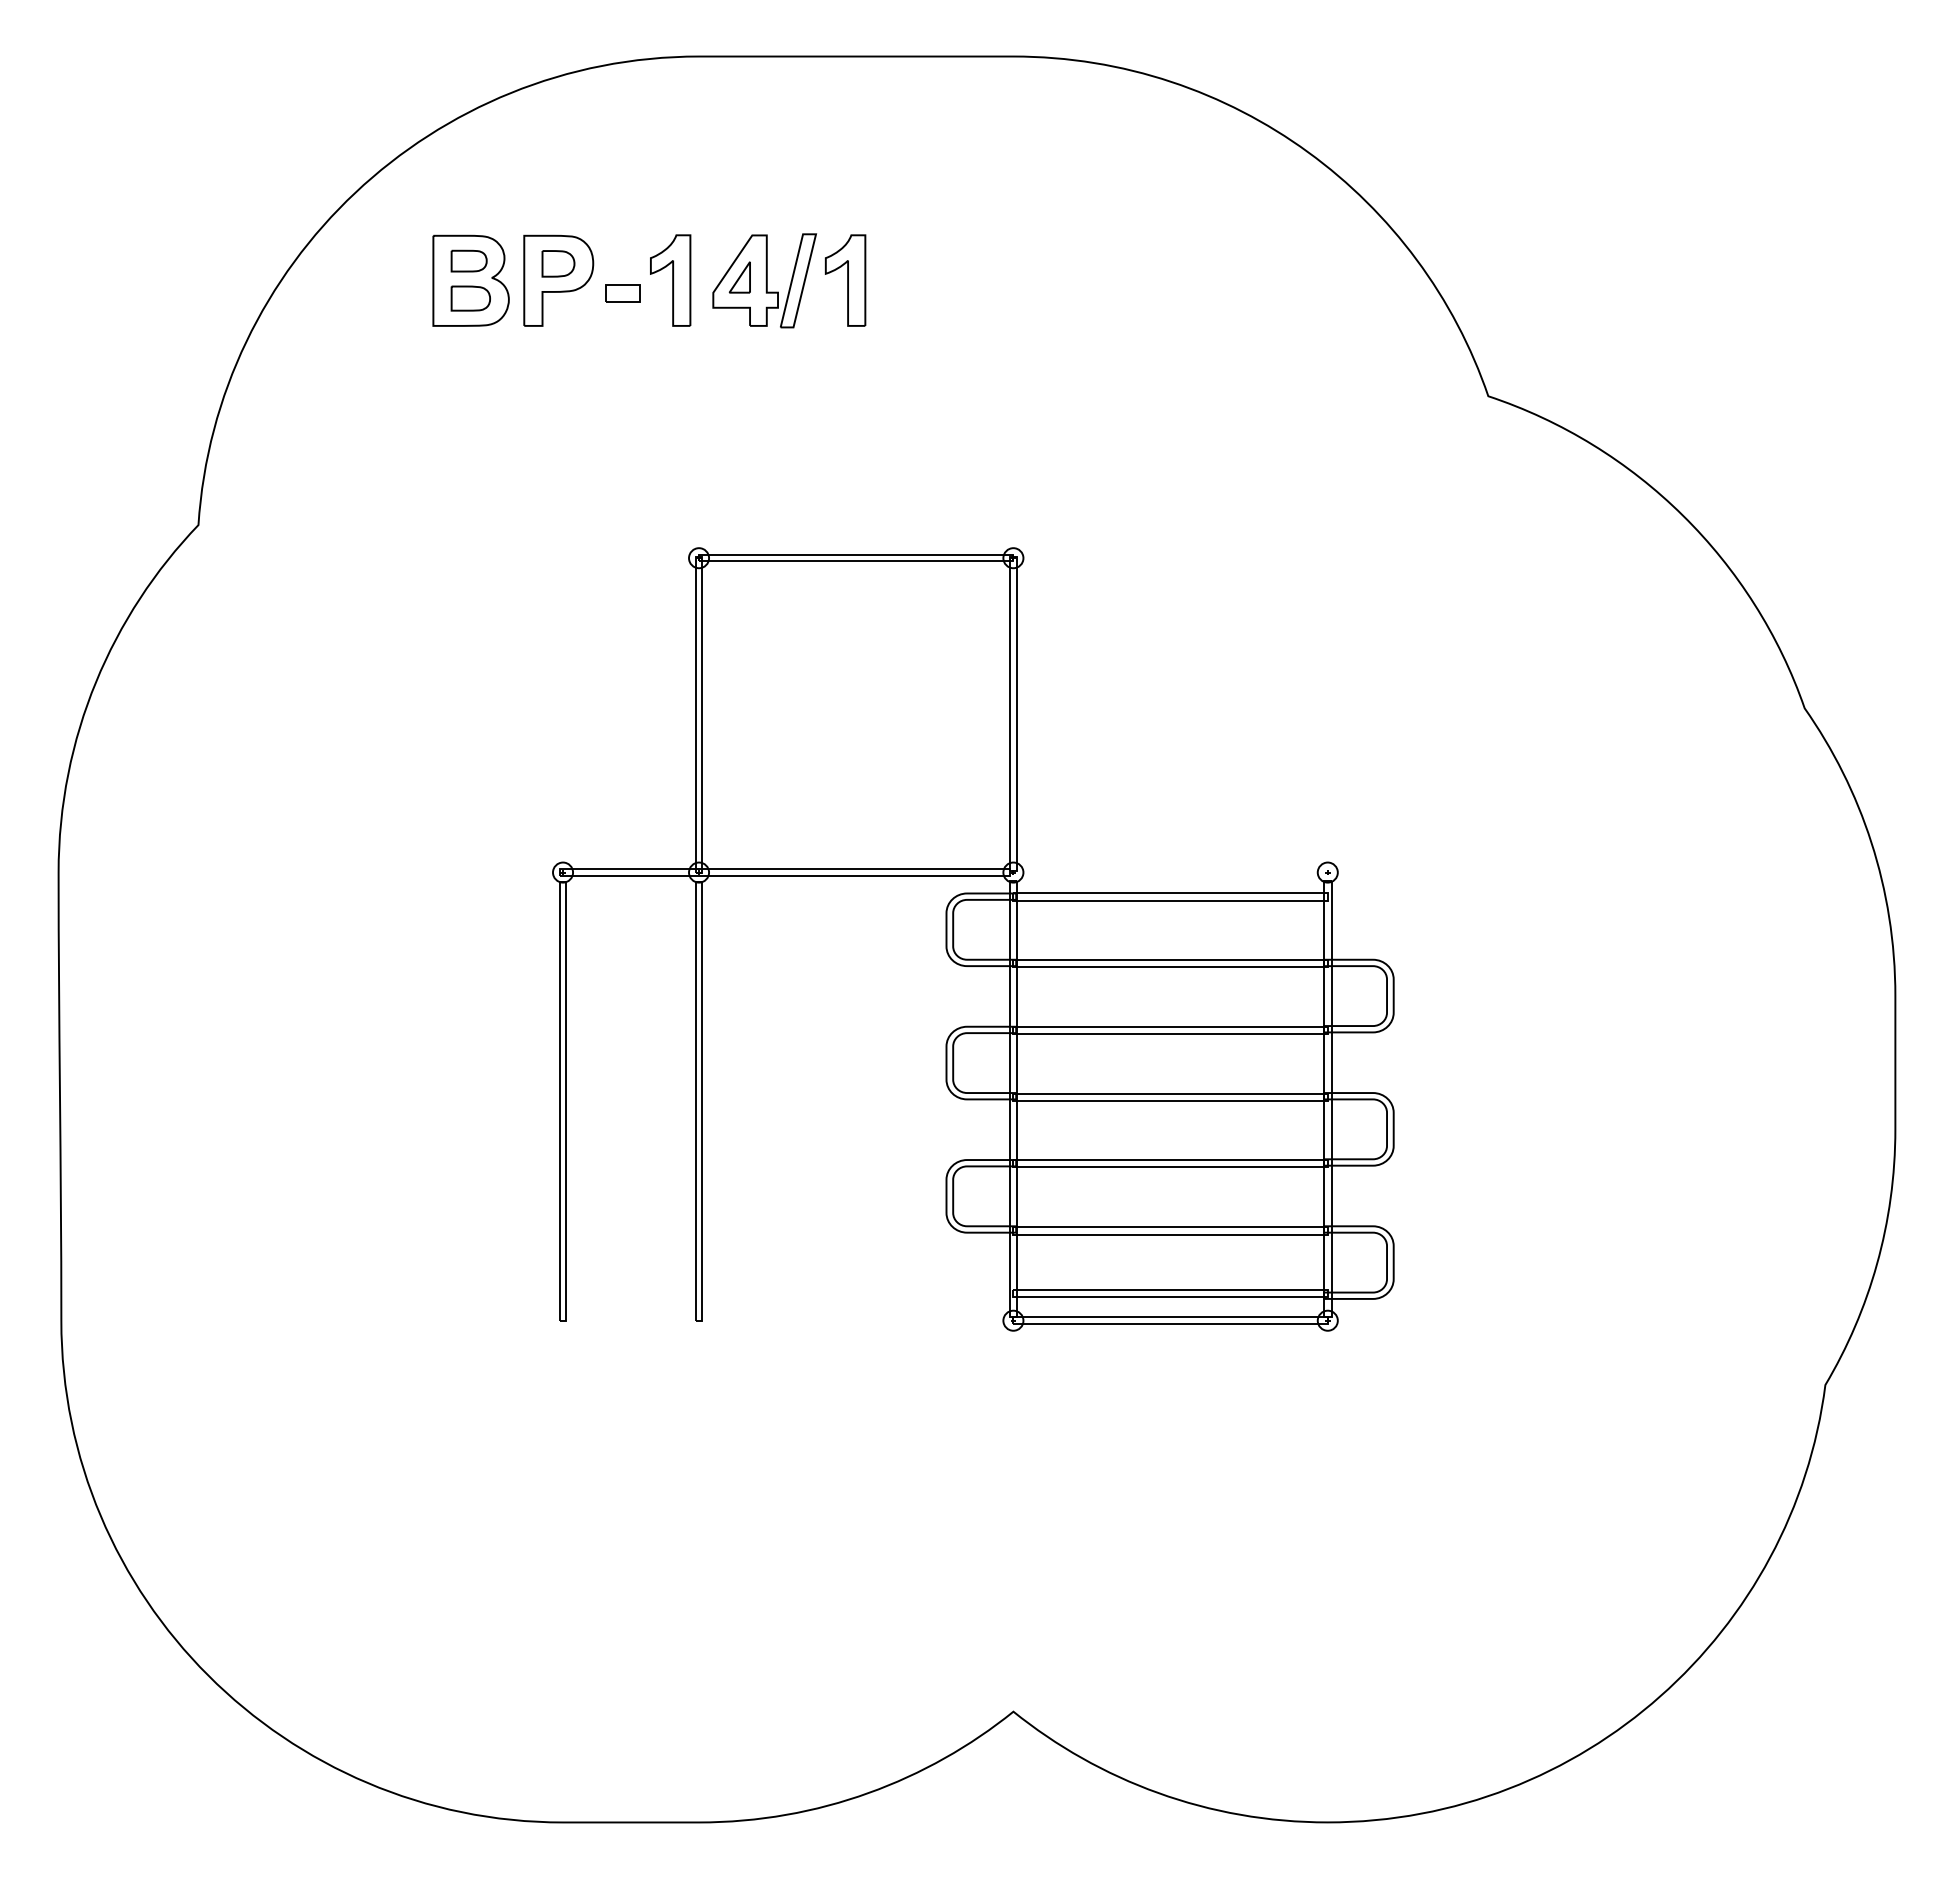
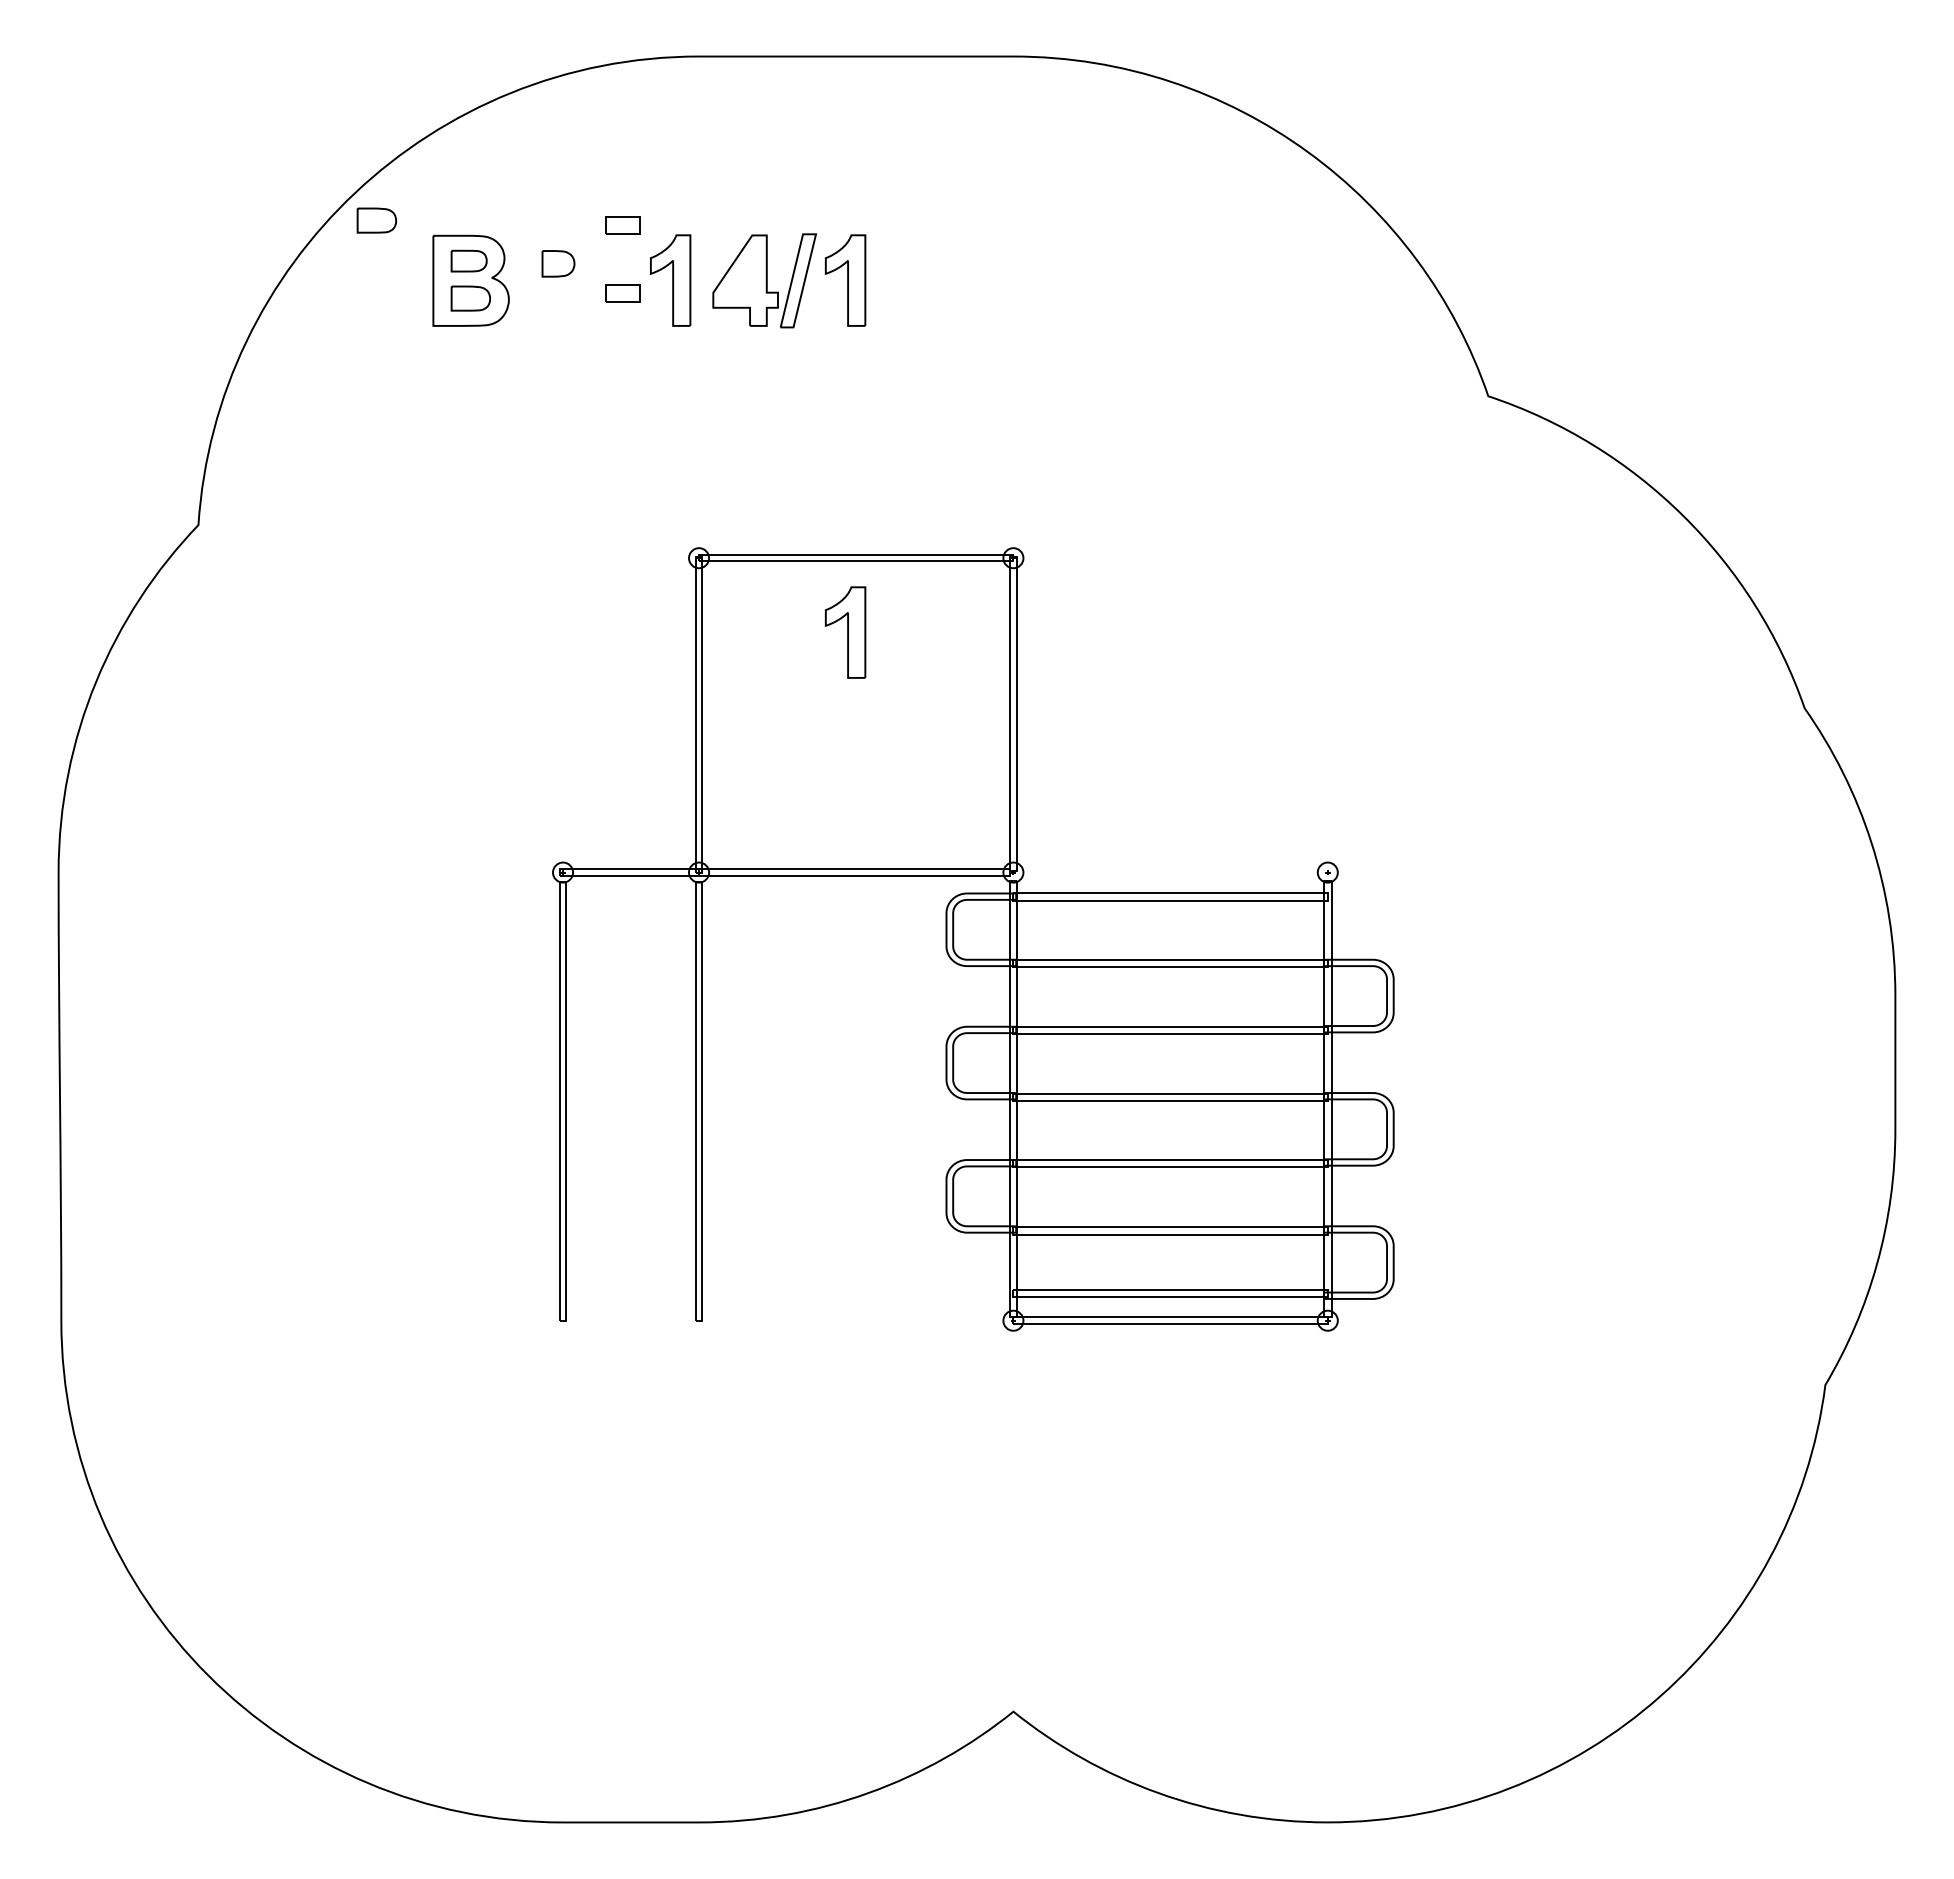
part at (376, 220): none -> present
part at (622, 225): none -> present
part at (739, 277): present -> none
part at (558, 280): present -> none
part at (845, 632): none -> present
